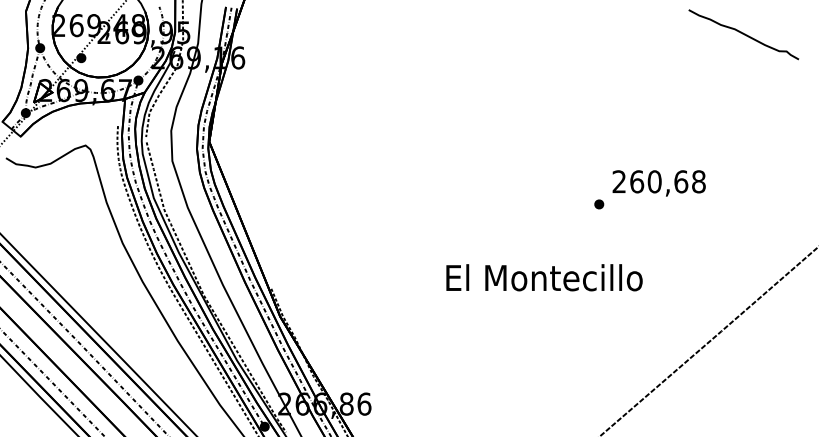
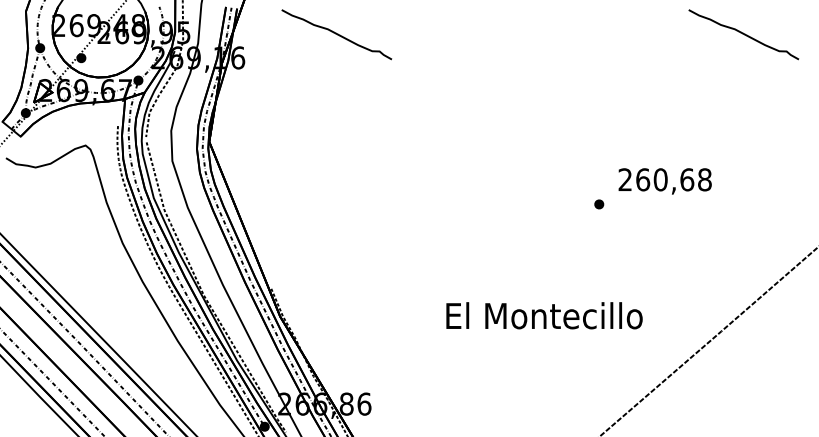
curve at (336, 34): none -> present
text at (658, 183) position: (658, 183) -> (664, 181)
text at (544, 277) position: (544, 277) -> (544, 315)
